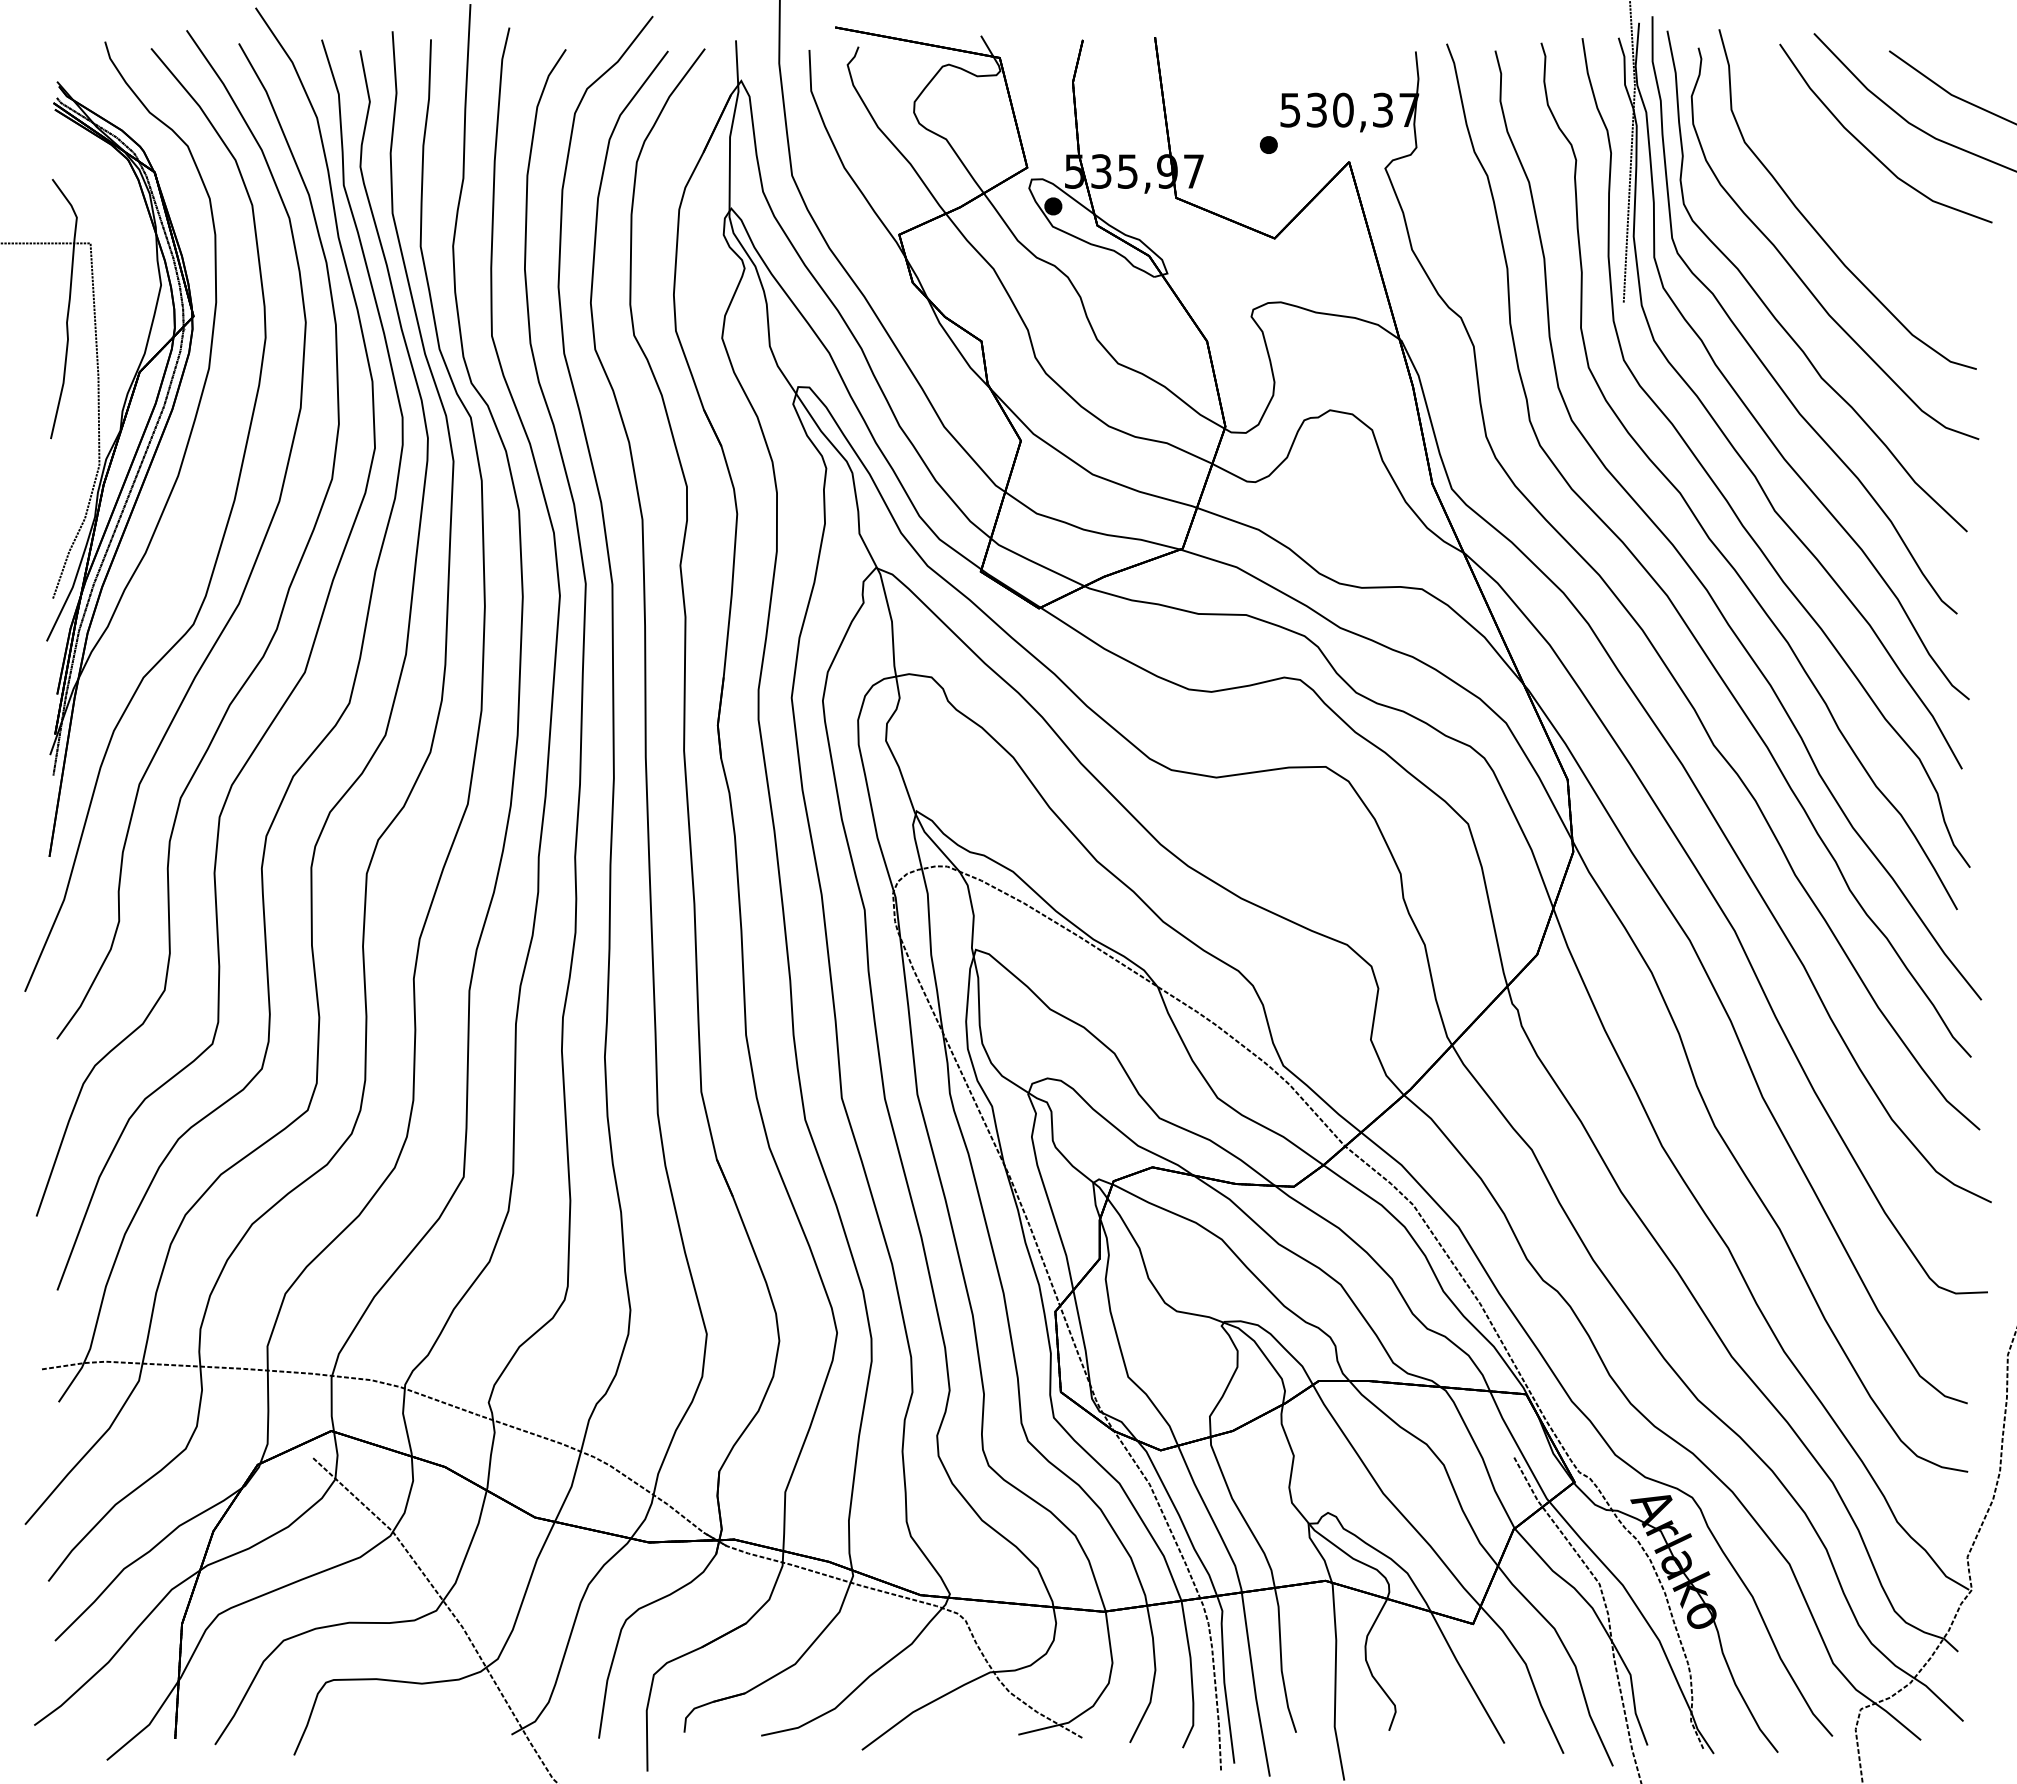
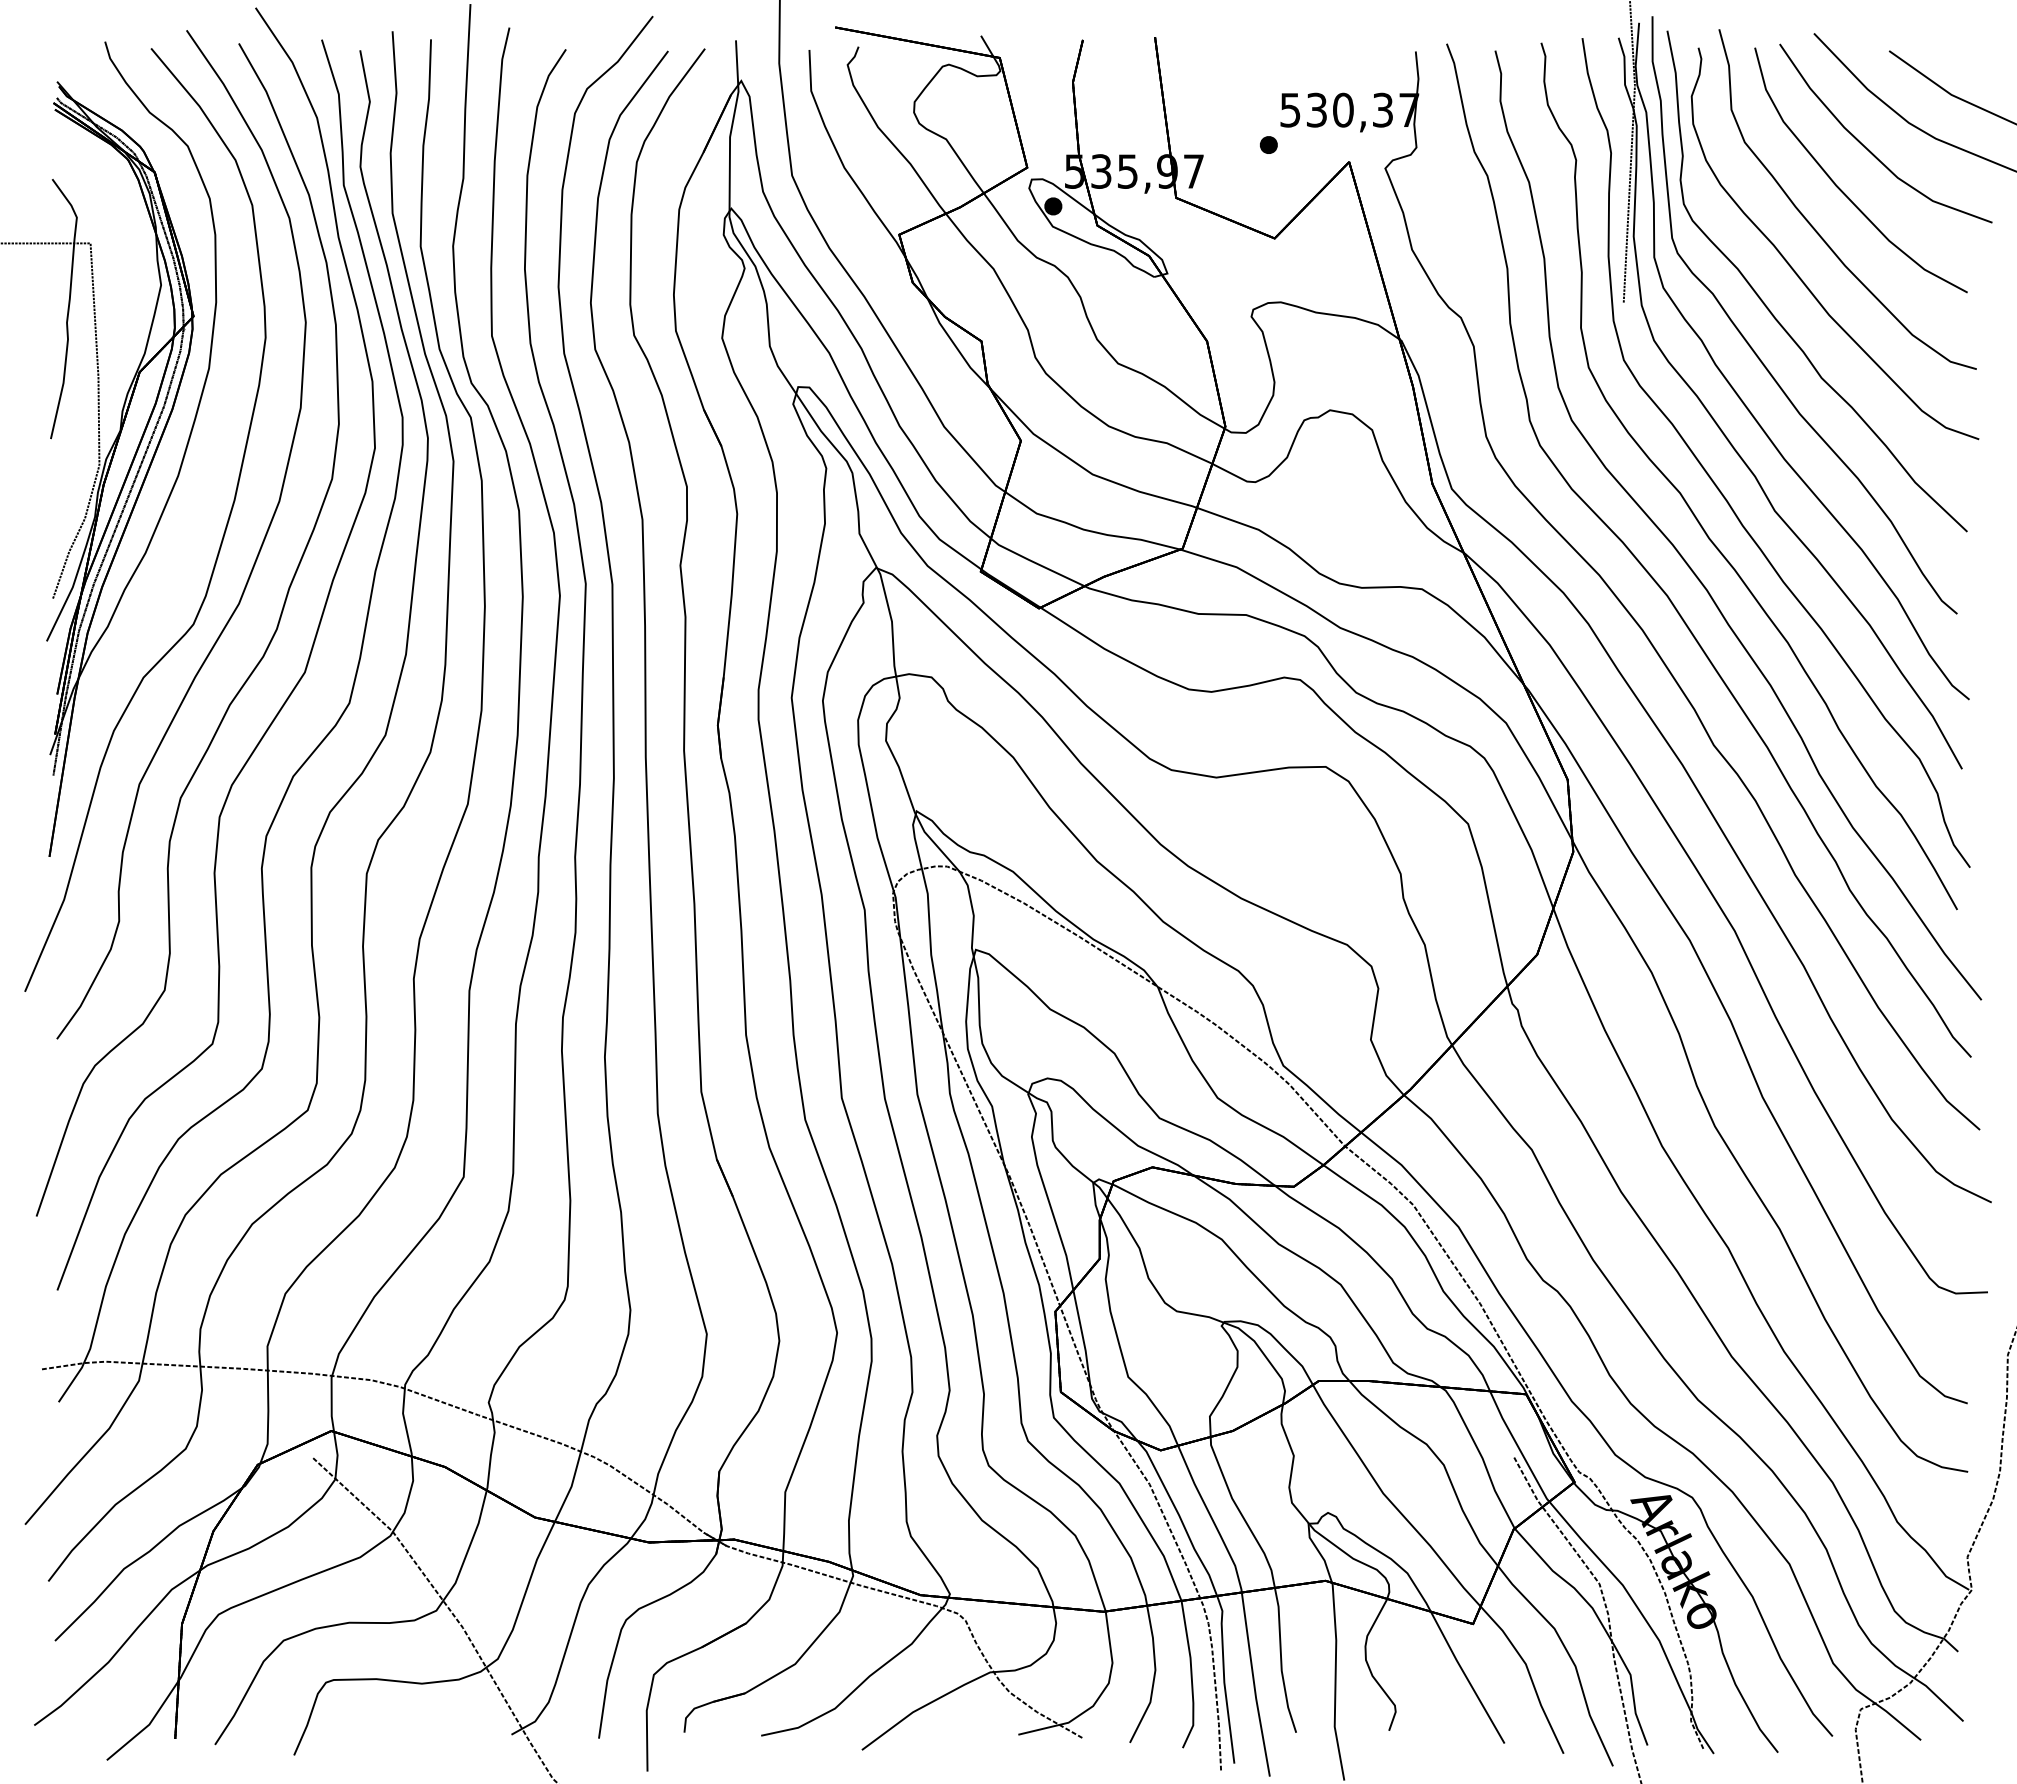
curve at (1841, 189): none -> present
